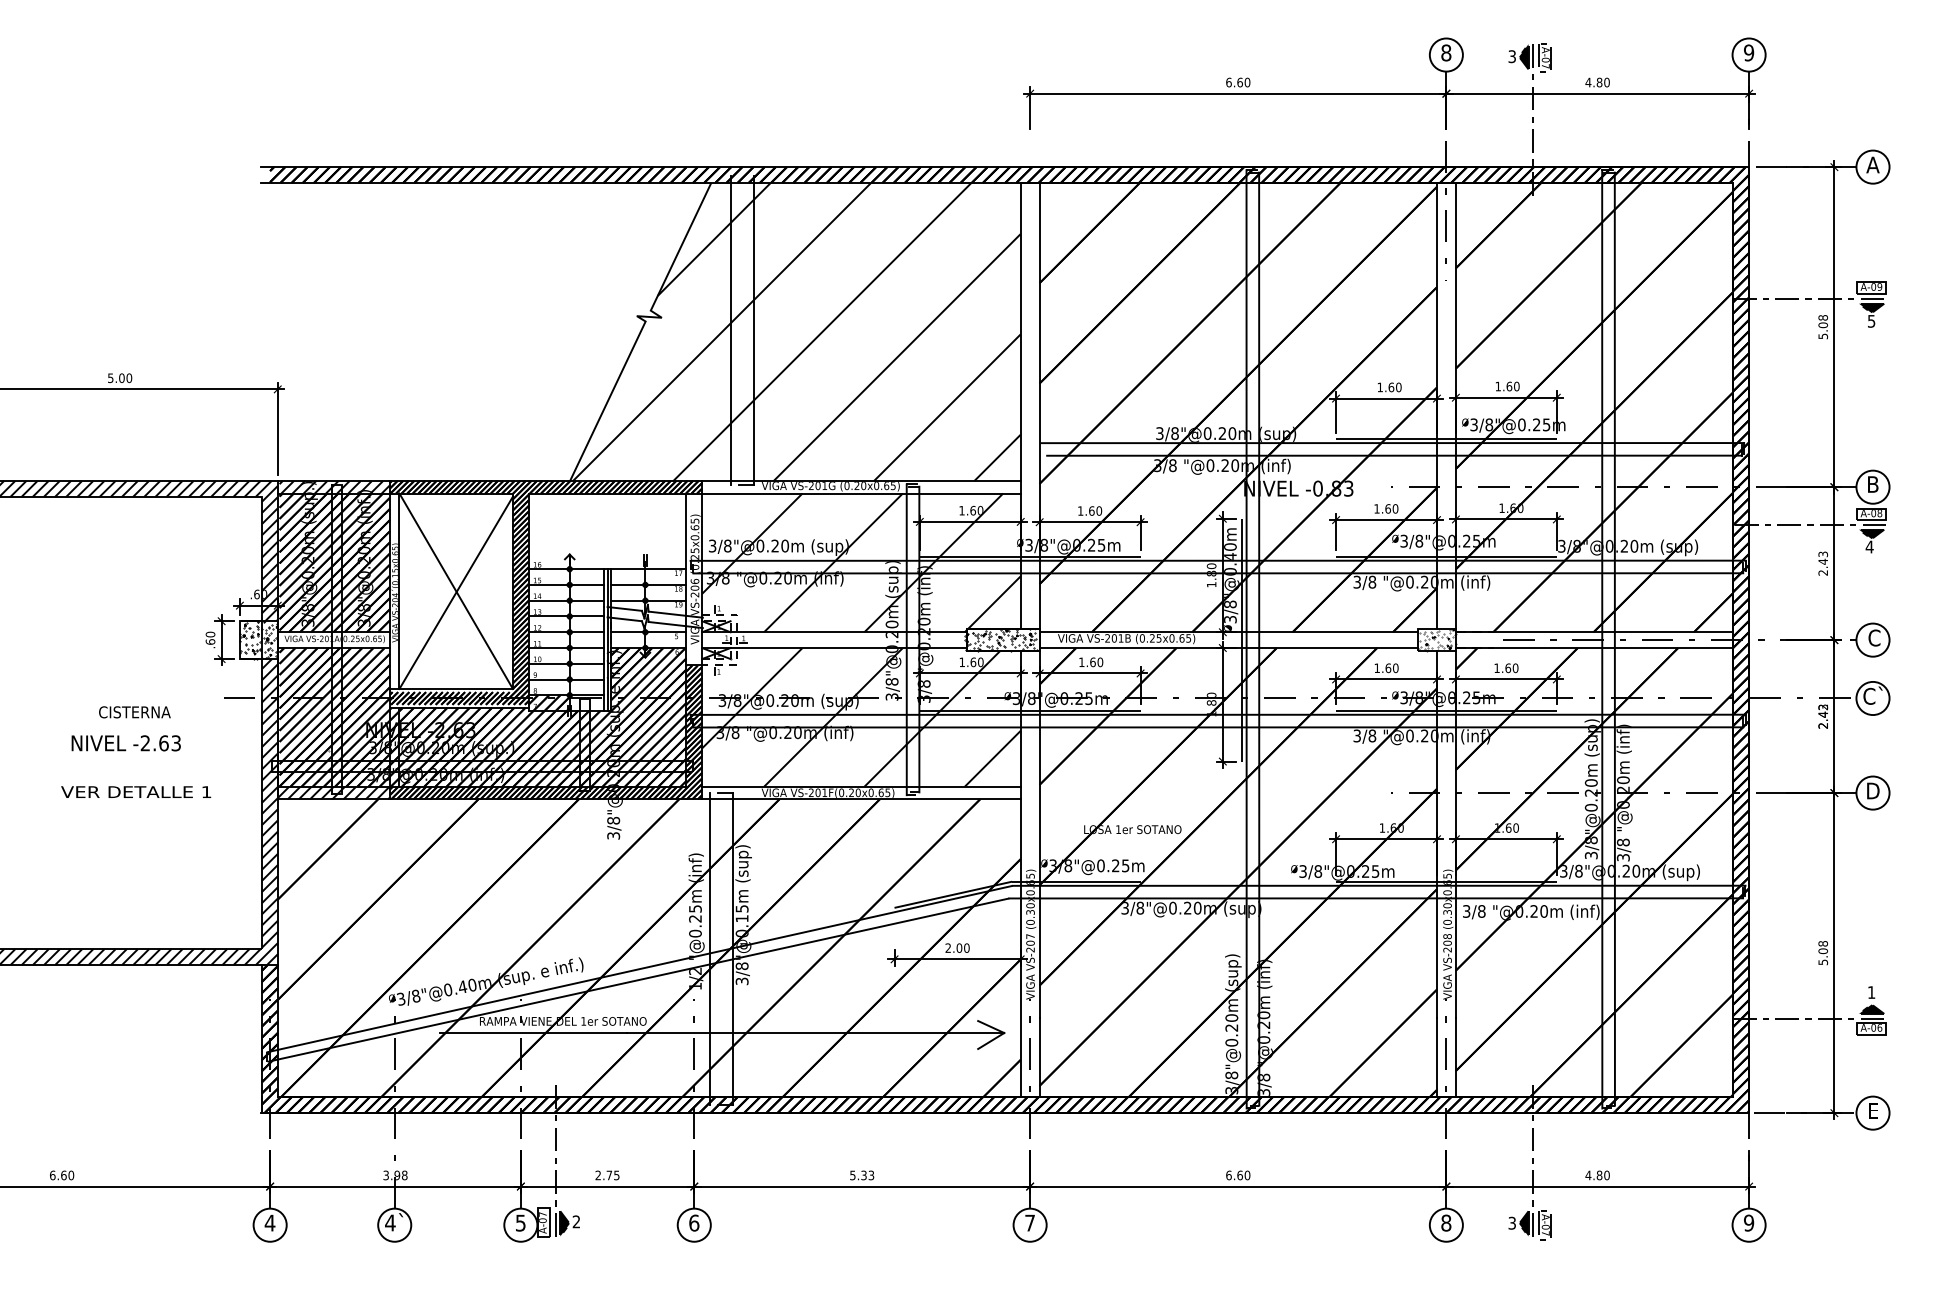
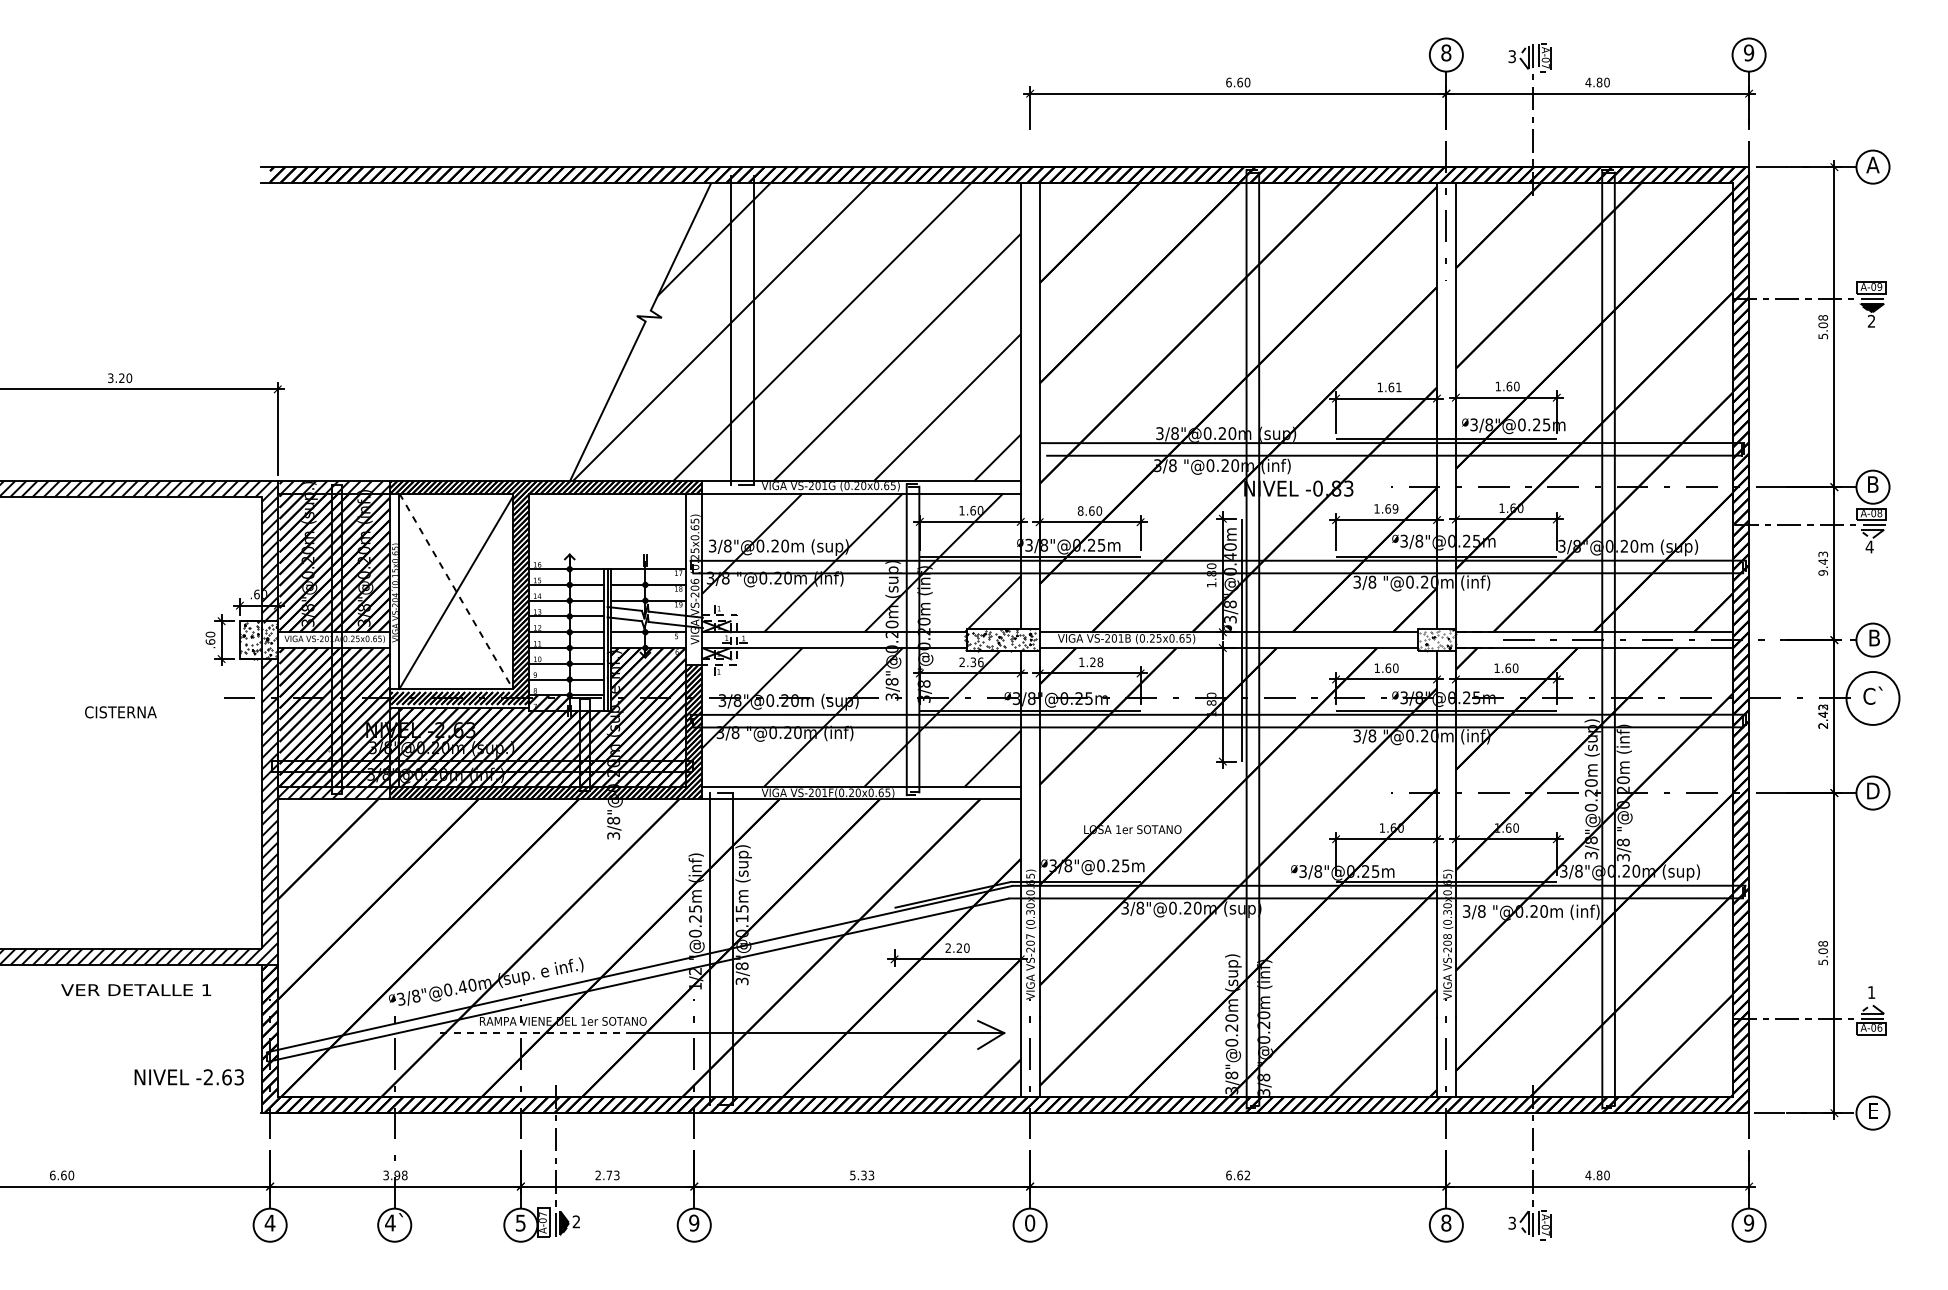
fill at (1523, 56): present -> none
text at (1871, 320): 5 -> 2
text at (116, 377): 5.00 -> 3.20
text at (1398, 387): 1.60 -> 1.61
text at (1395, 508): 1.60 -> 1.69
text at (1080, 510): 1.60 -> 8.60
fill at (1871, 534): present -> none
text at (1823, 572): 2.43 -> 9.43
line at (456, 591): solid -> dashed
text at (1874, 637): C -> B
text at (971, 662): 1.60 -> 2.36
text at (1096, 662): 1.60 -> 1.28
circle at (1872, 698) diameter: 33 px -> 53 px
text at (134, 712) position: (134, 712) -> (120, 712)
text at (125, 743) position: (125, 743) -> (188, 1077)
text at (136, 791) position: (136, 791) -> (136, 989)
text at (959, 947): 2.00 -> 2.20
fill at (1871, 1008): present -> none
line at (534, 1033): solid -> dashed
text at (616, 1174): 2.75 -> 2.73
text at (1247, 1175): 6.60 -> 6.62
text at (694, 1222): 6 -> 9
text at (1030, 1222): 7 -> 0
fill at (1523, 1223): present -> none
